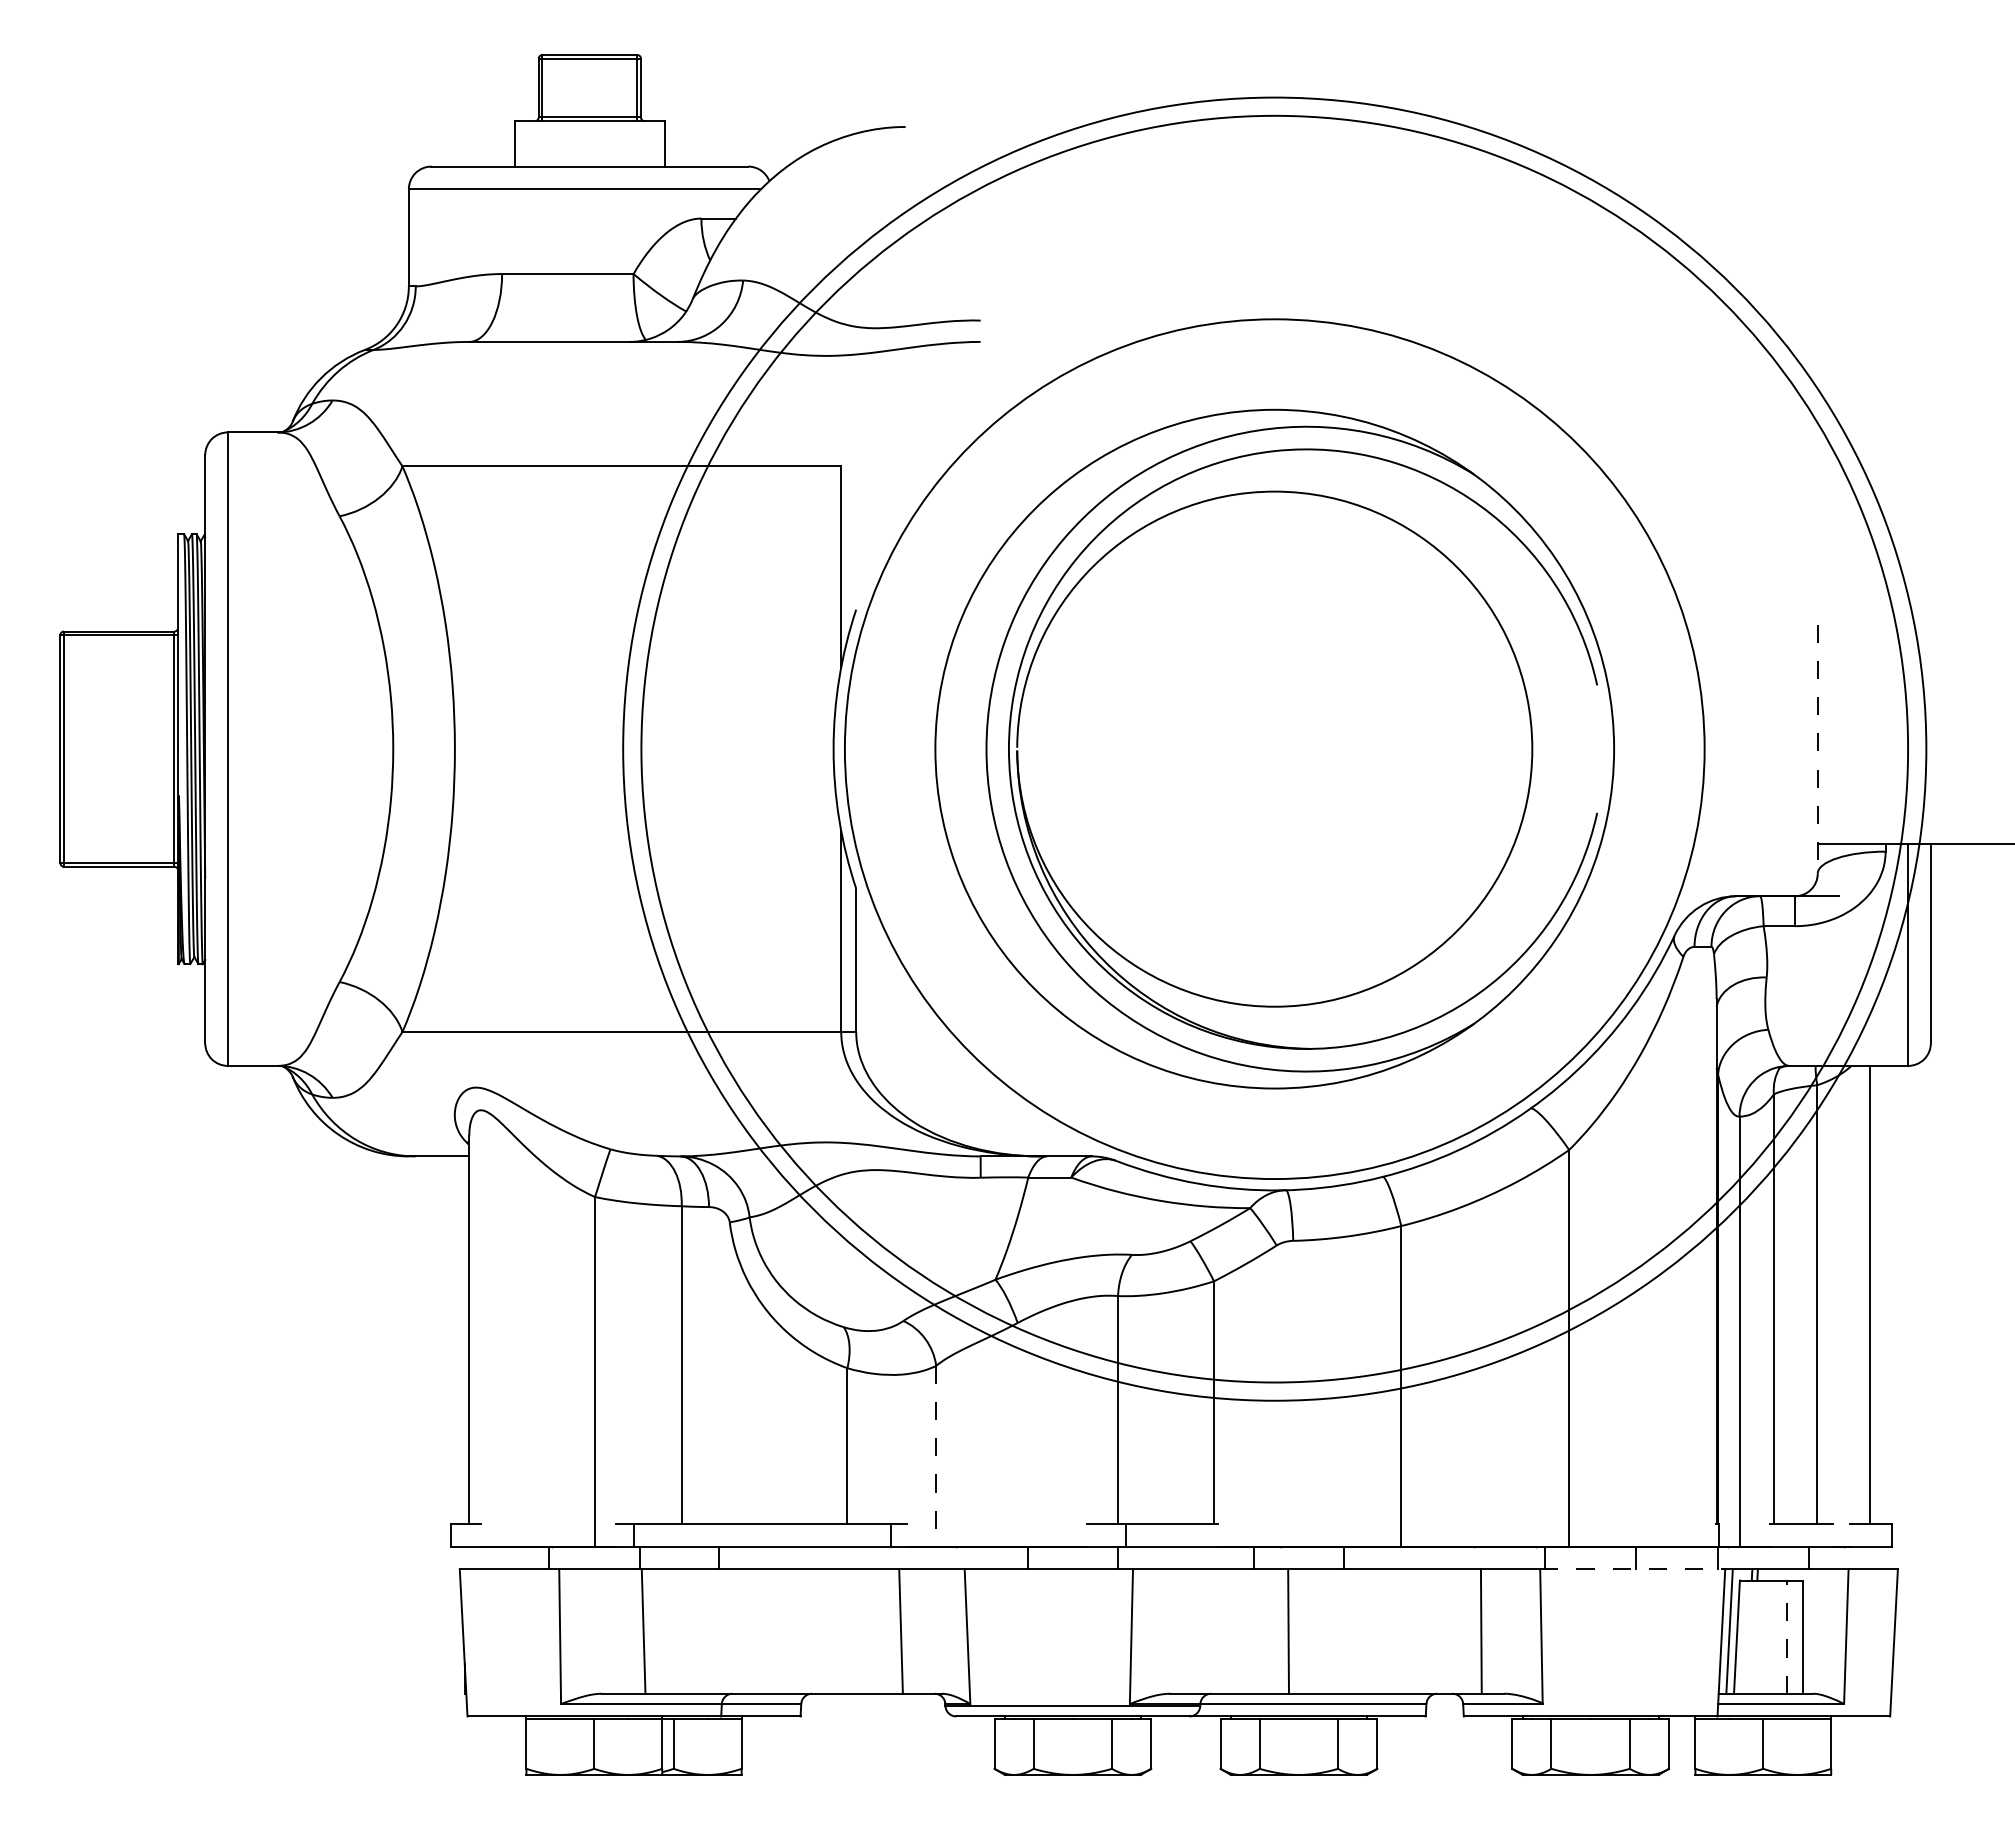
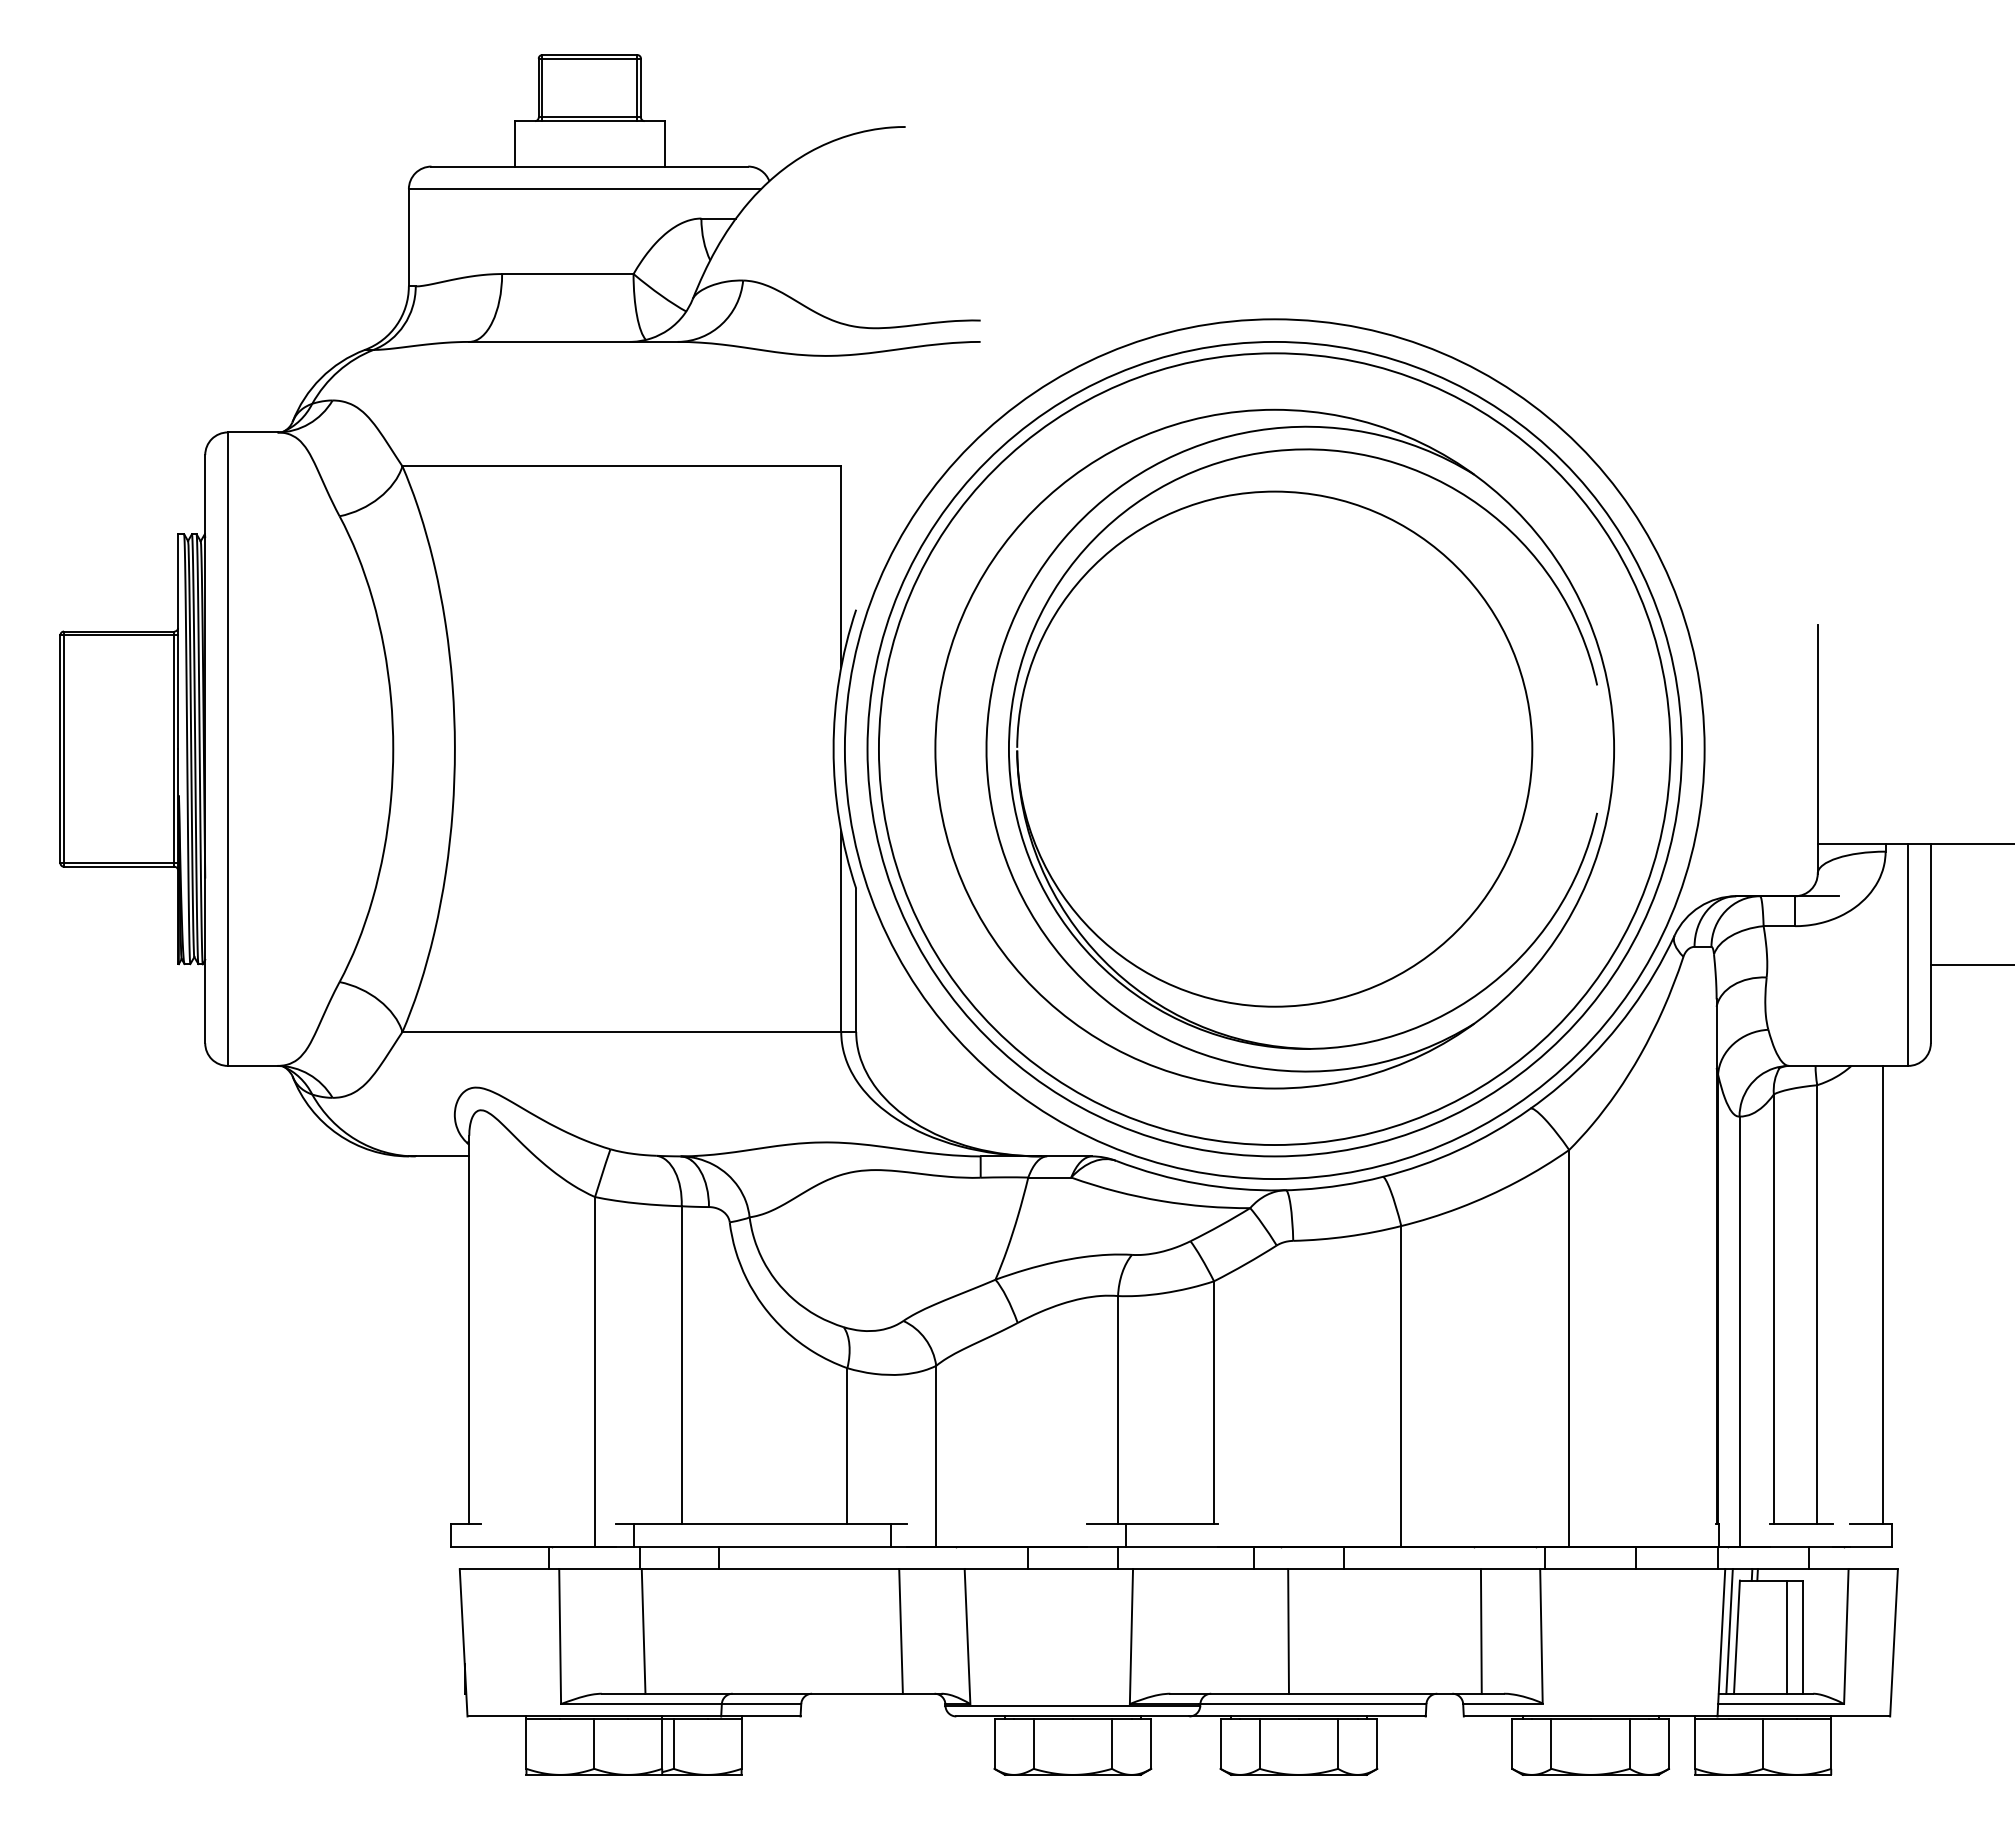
circle at (1274, 748) diameter: 1267 px -> 792 px
circle at (1274, 748) diameter: 1303 px -> 814 px
line at (1817, 749): dashed -> solid
line at (1970, 964): none -> present
line at (1870, 1294) position: (1870, 1294) -> (1883, 1294)
line at (936, 1456): dashed -> solid
line at (1632, 1569): dashed -> solid
line at (1786, 1637): dashed -> solid
